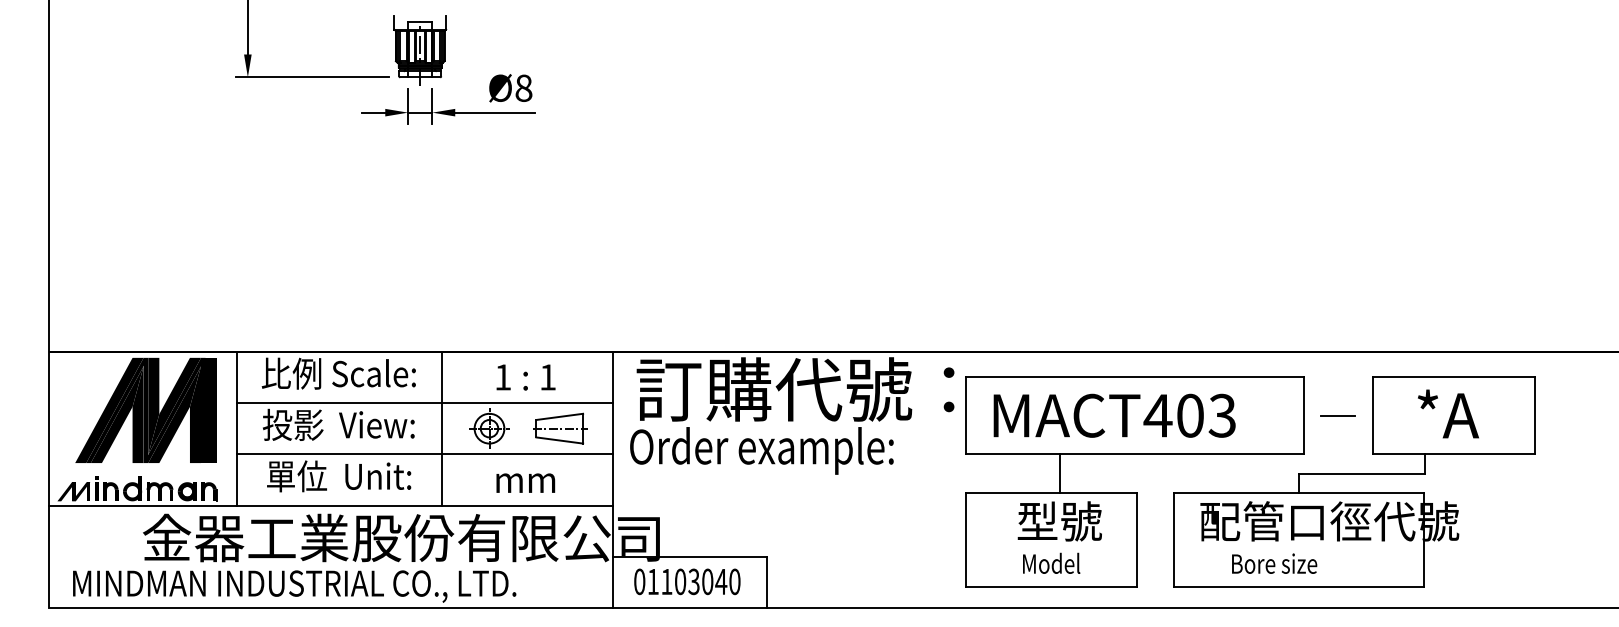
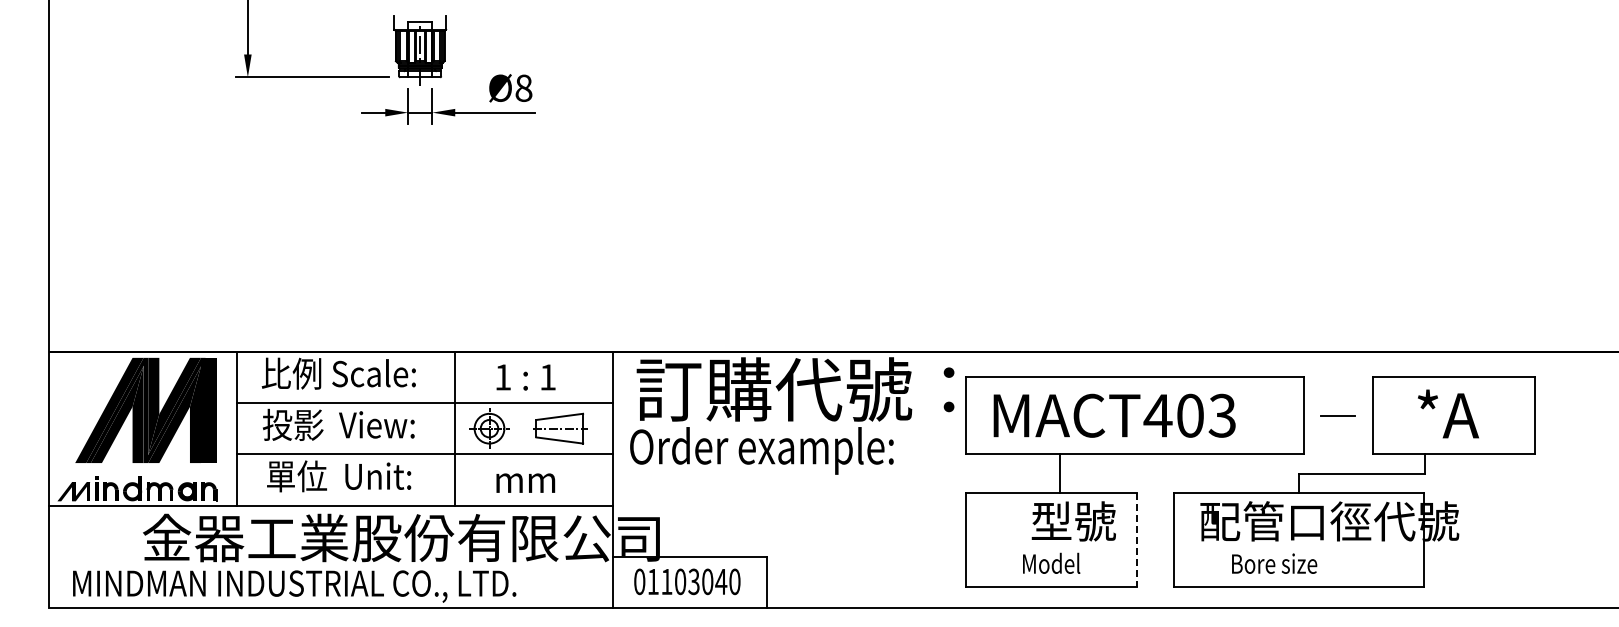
line at (442, 428) position: (442, 428) -> (455, 428)
text at (1059, 521) position: (1059, 521) -> (1073, 521)
line at (1137, 540): solid -> dashed
